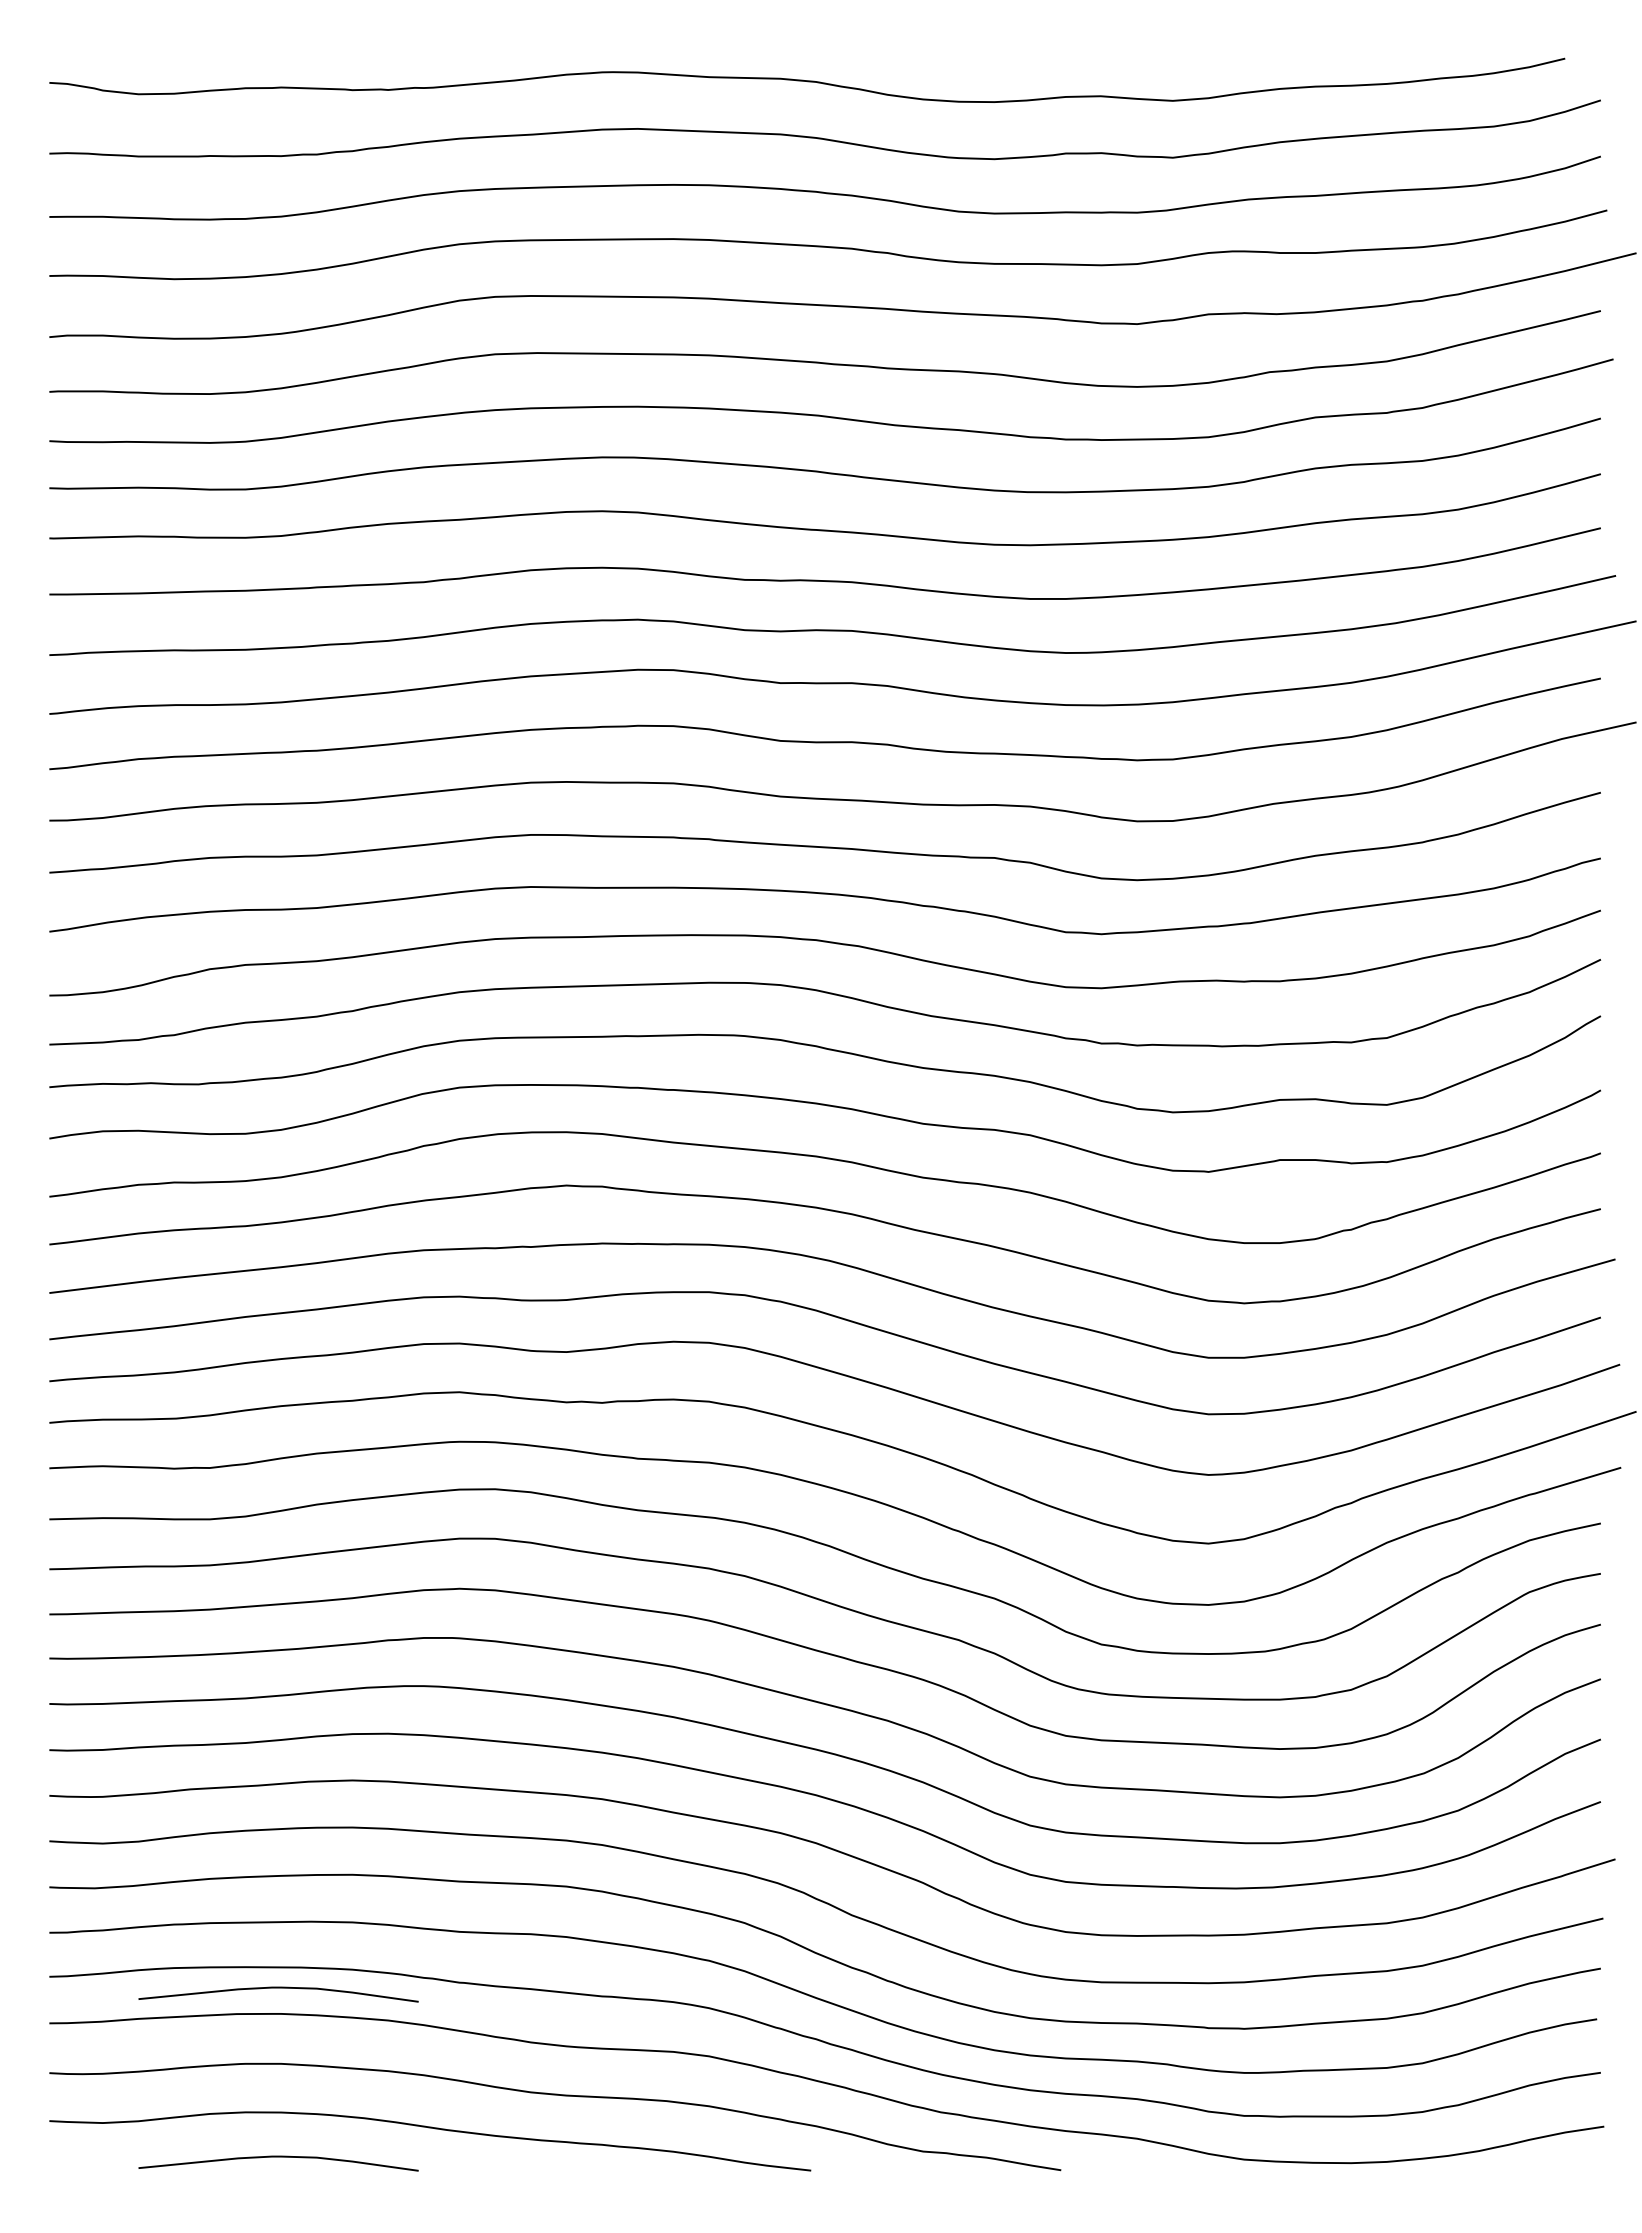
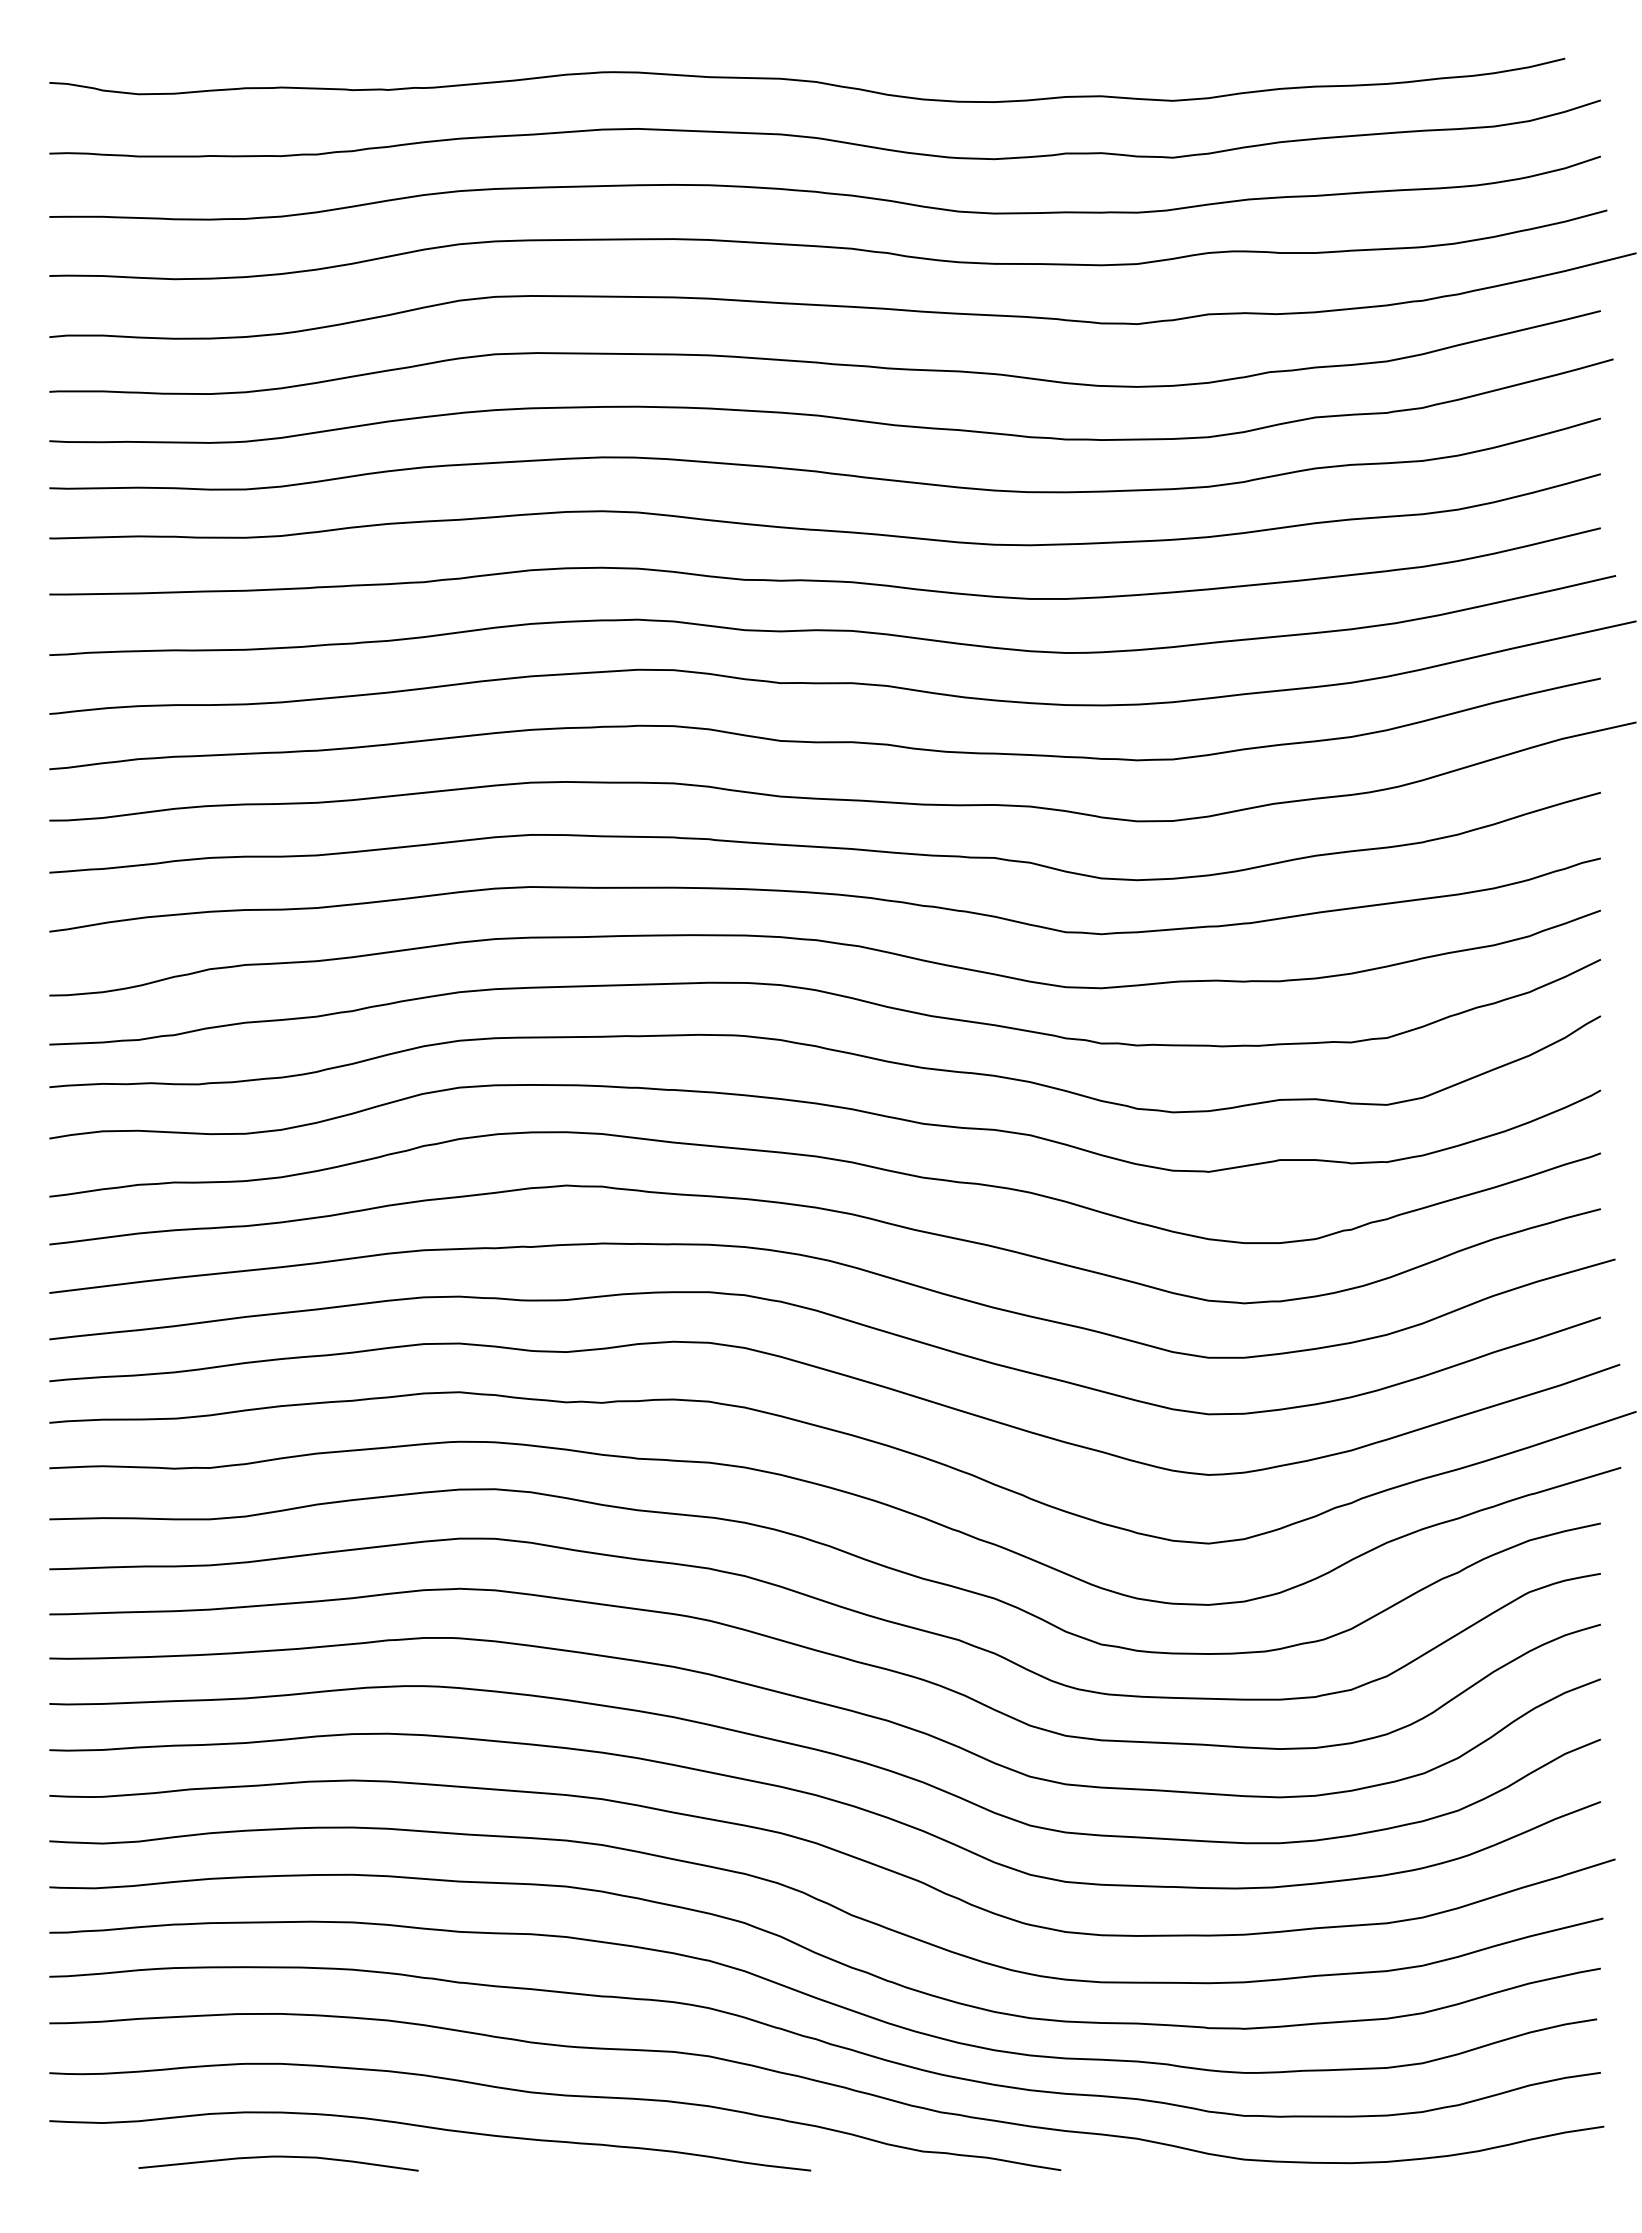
curve at (278, 1988): present -> none
